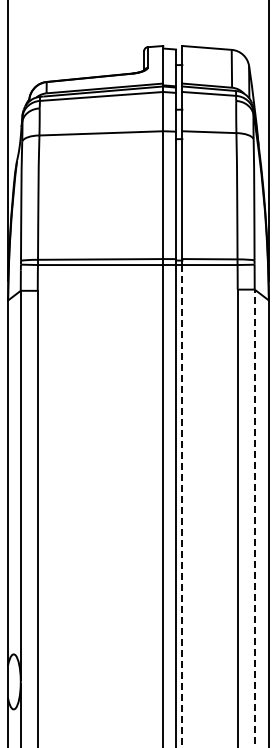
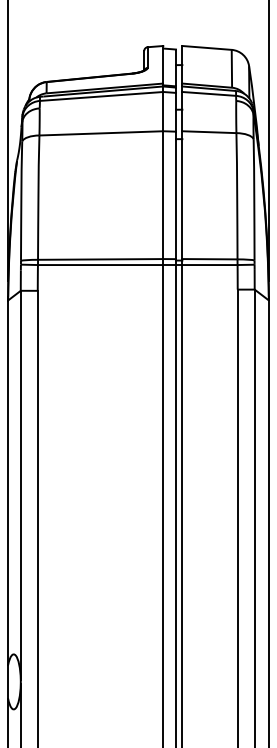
line at (182, 506): dashed -> solid
line at (254, 518): dashed -> solid
